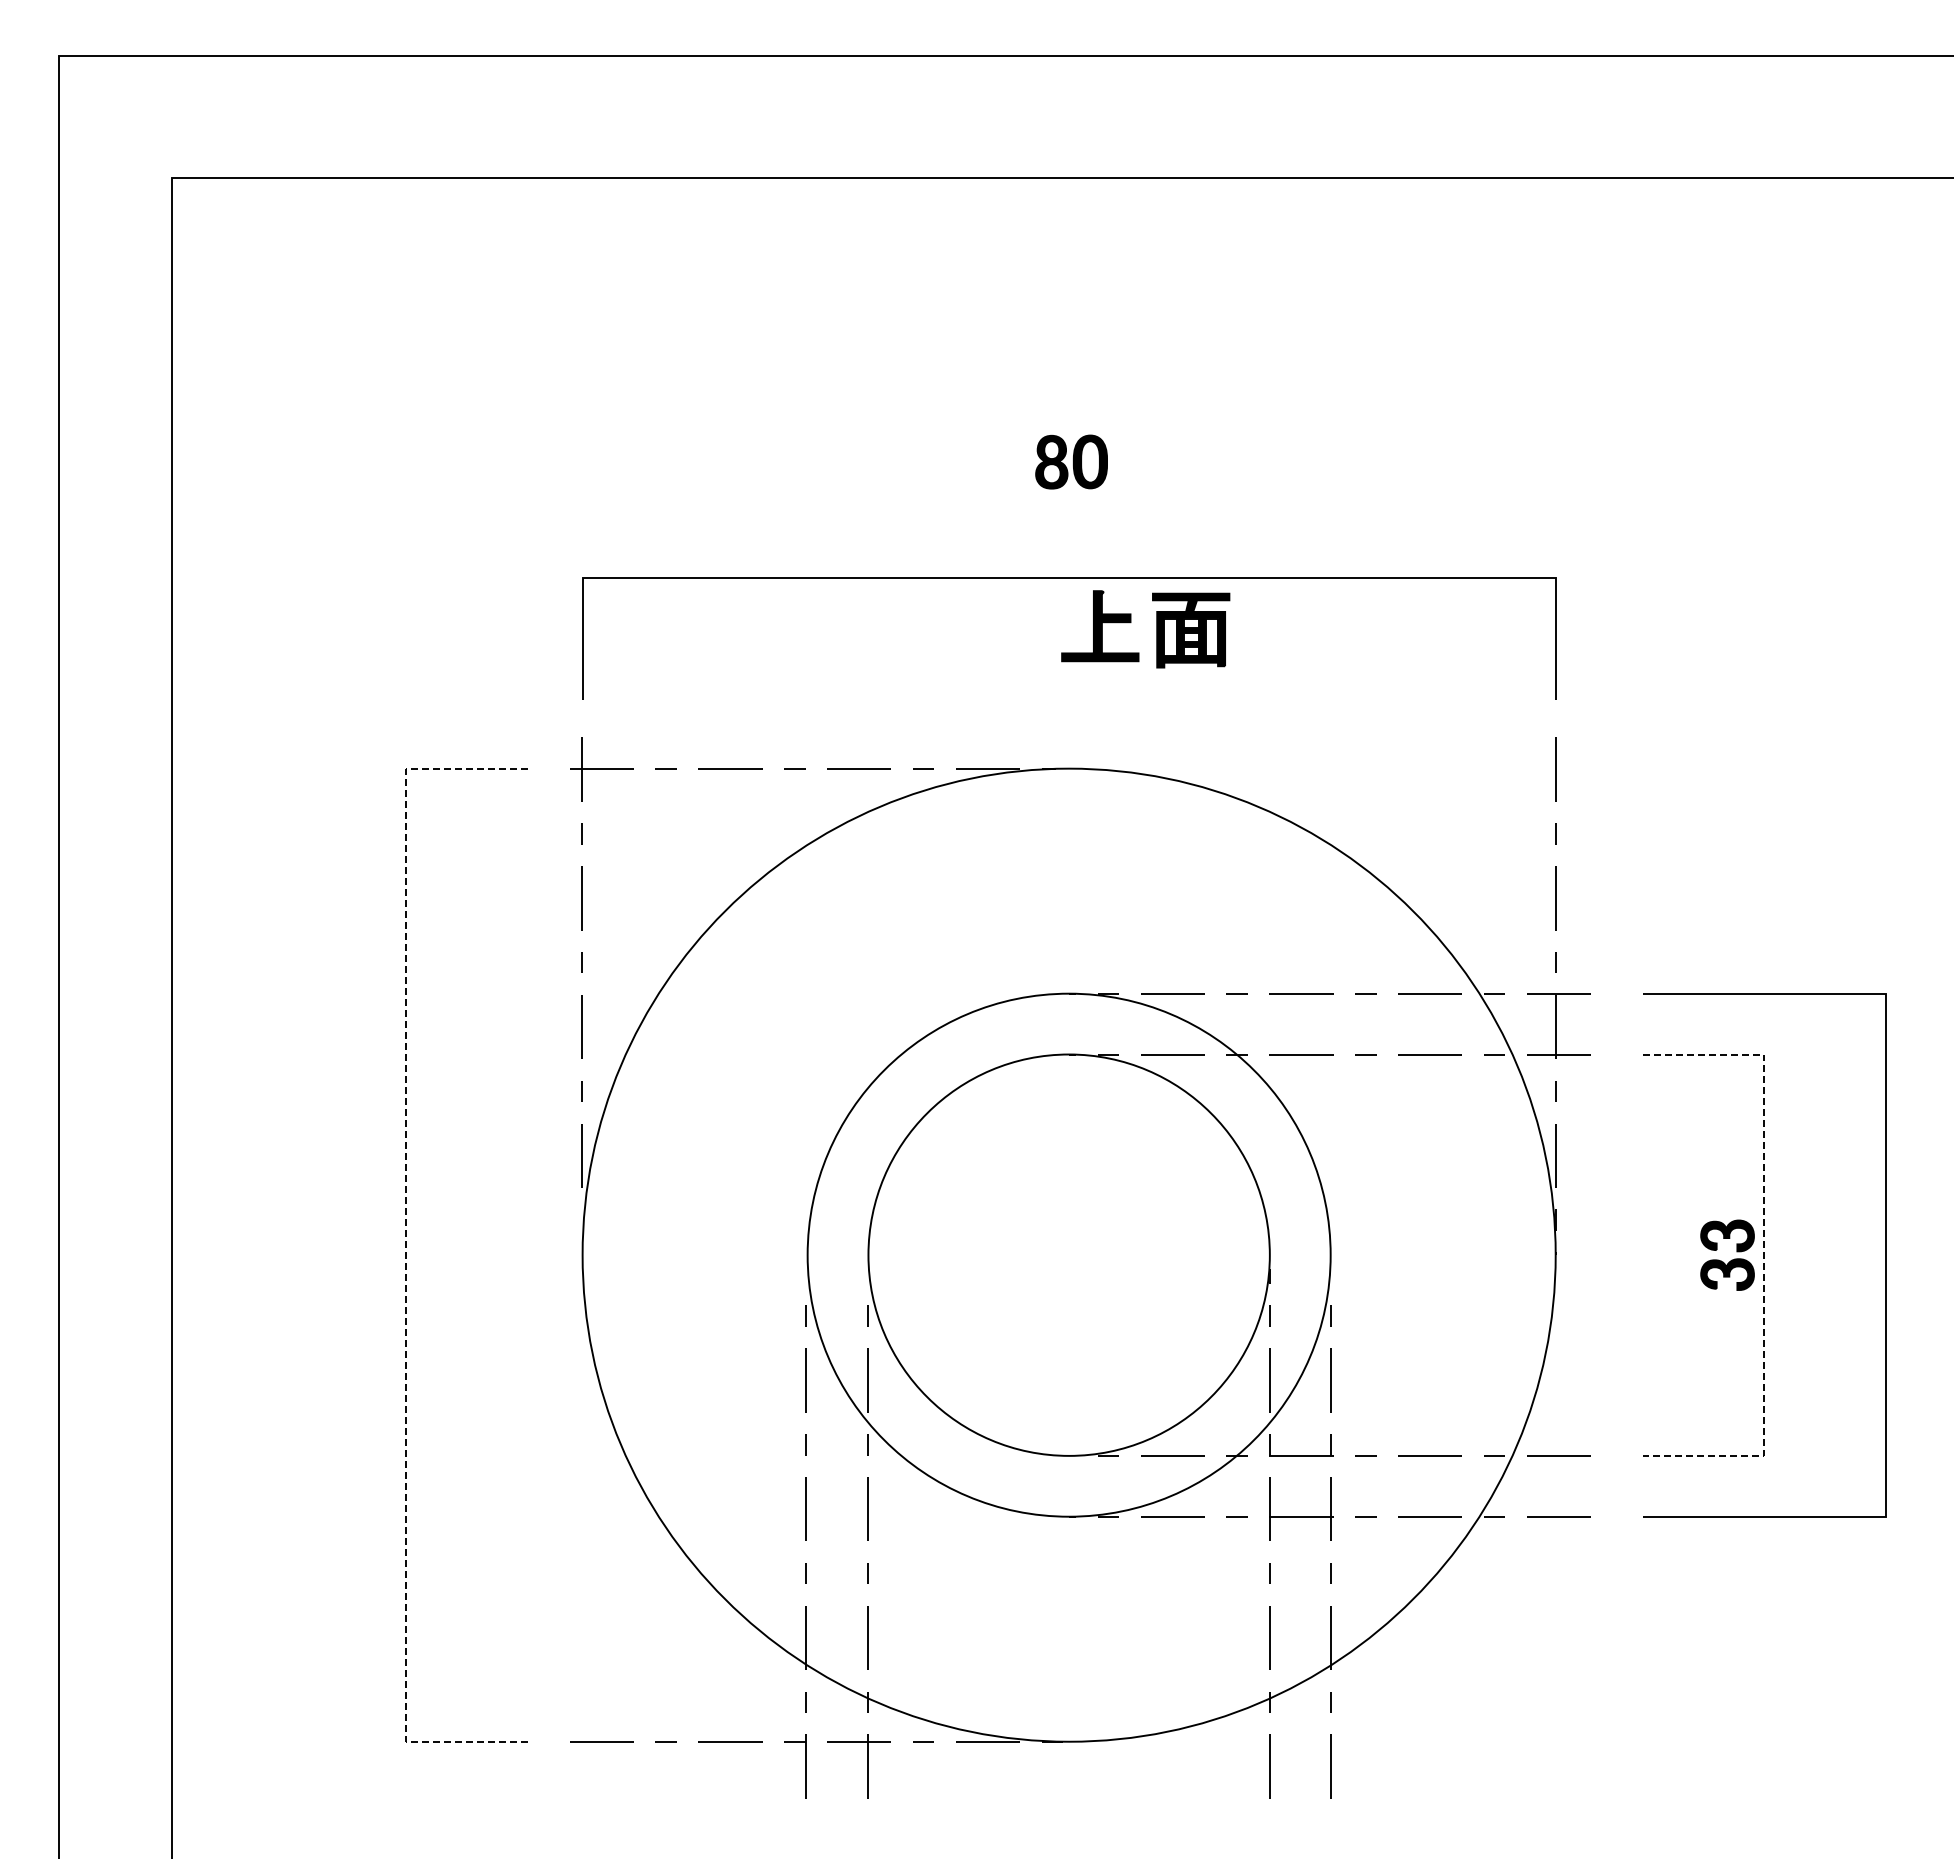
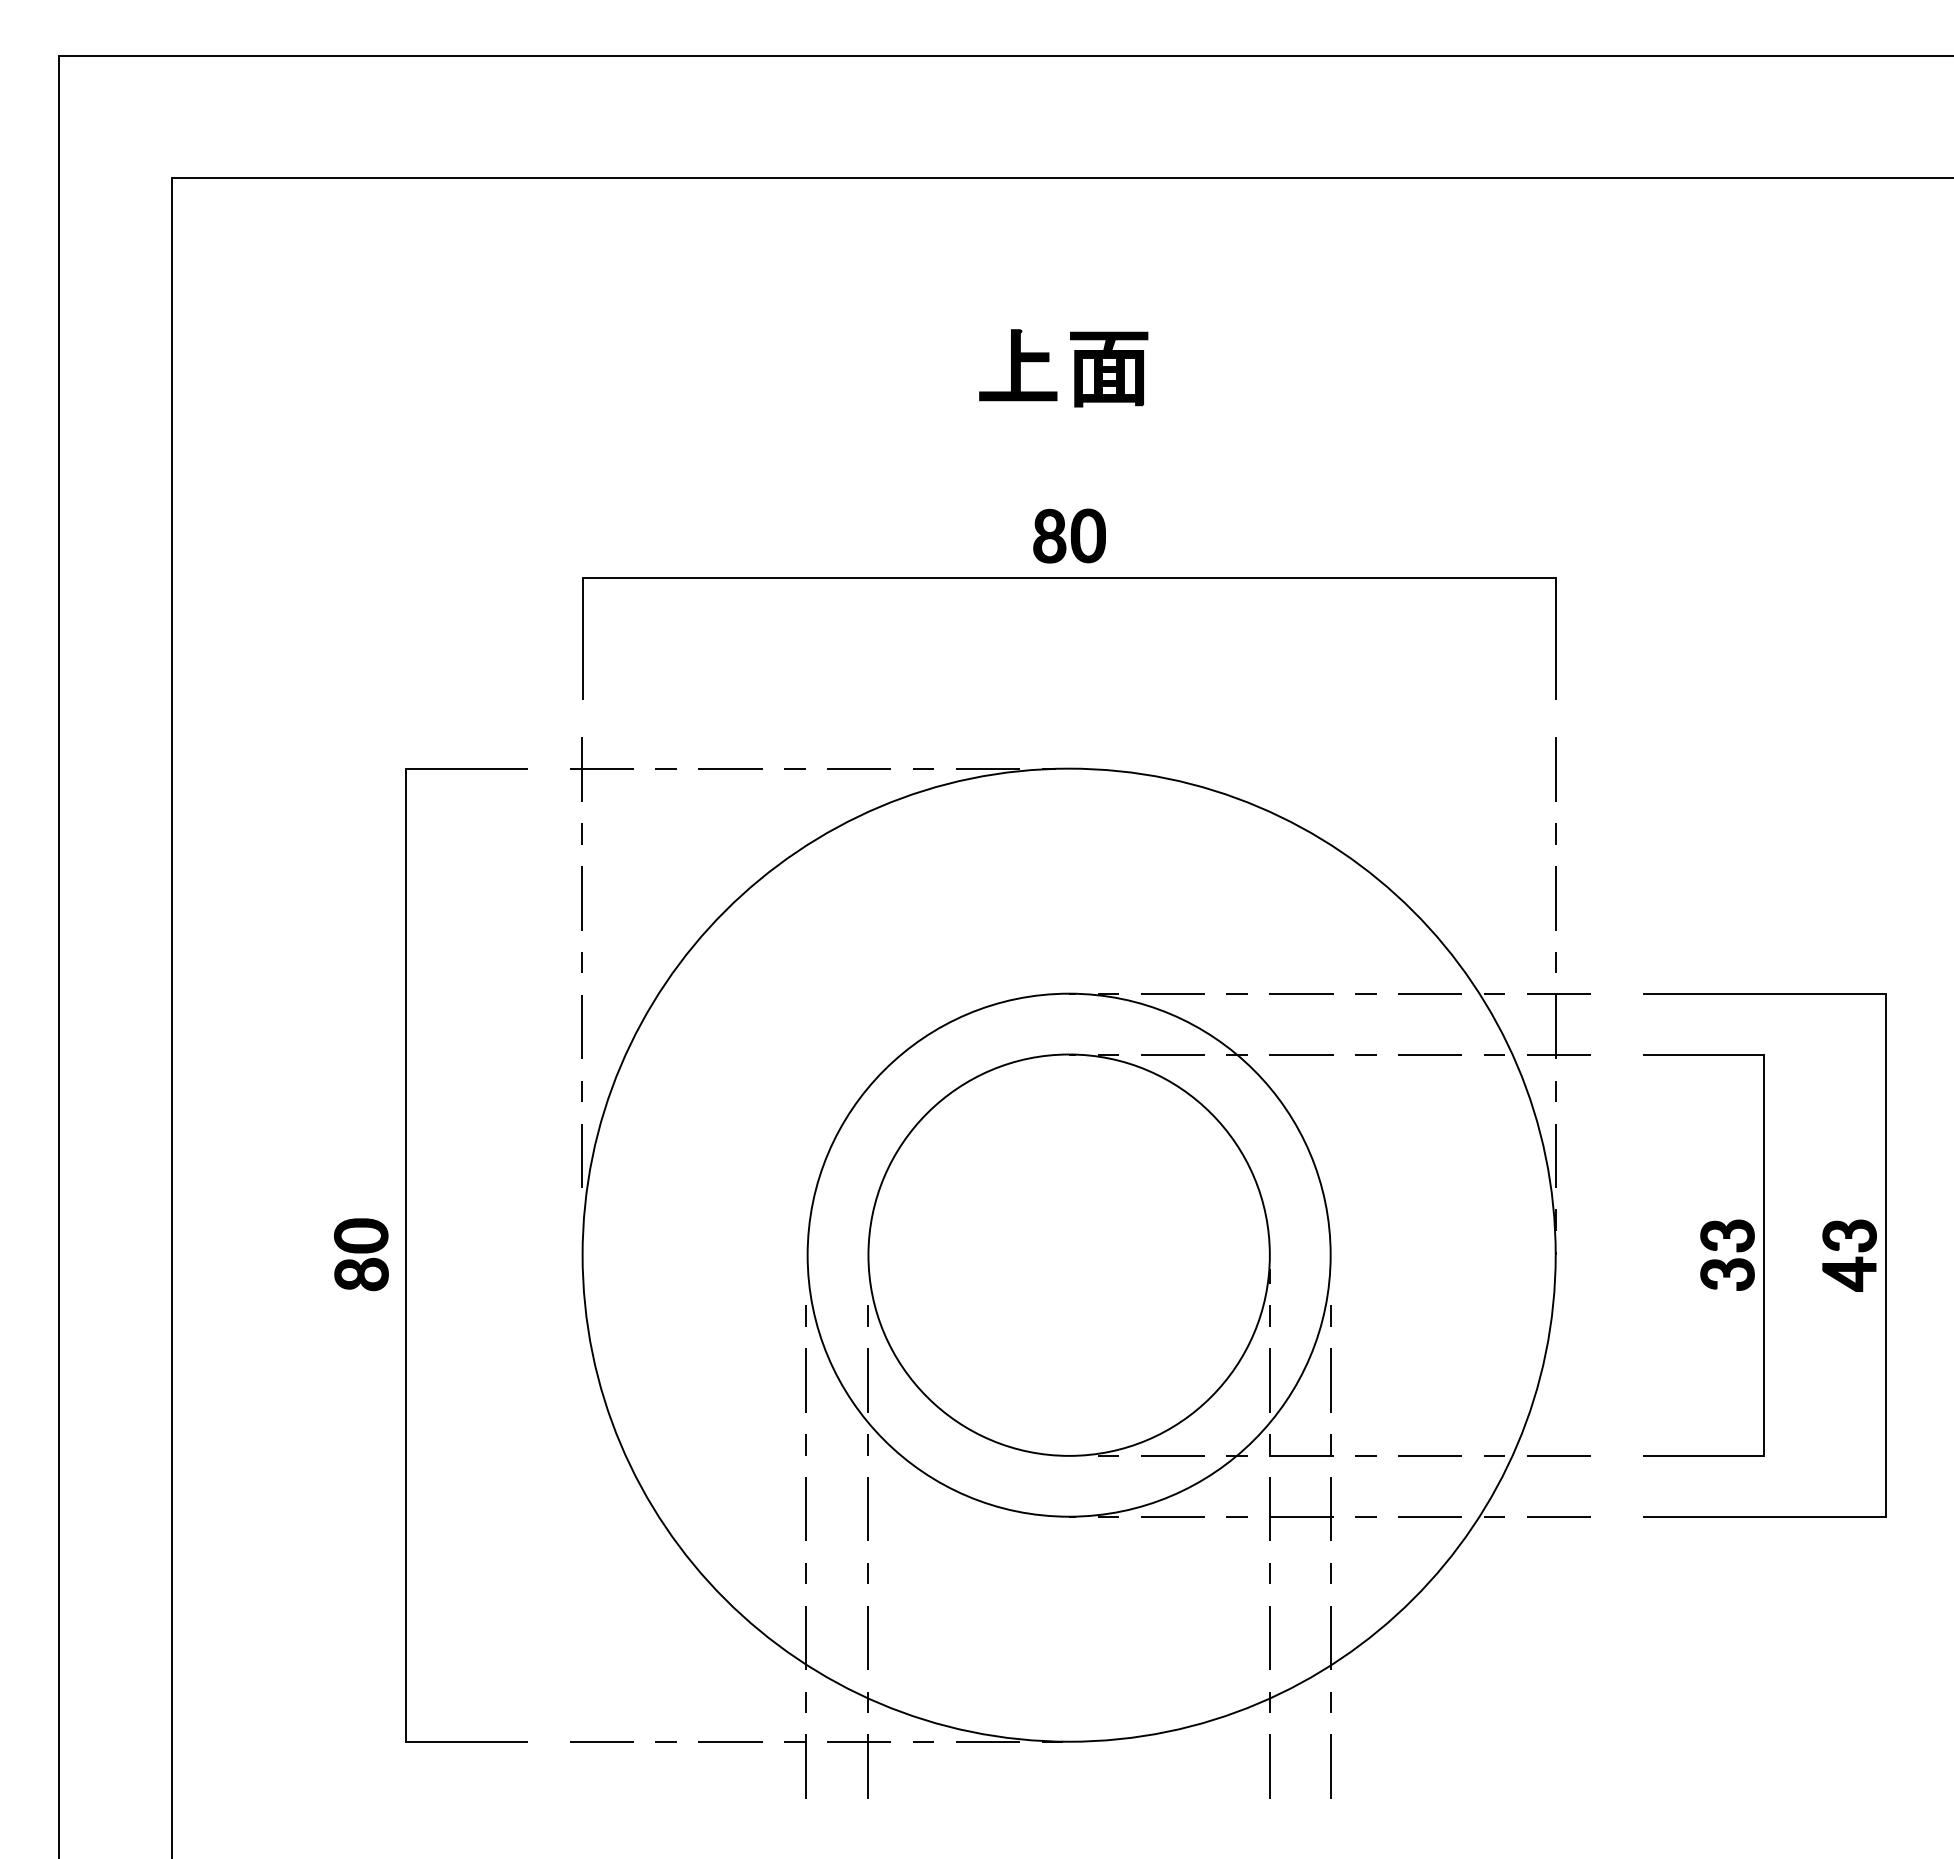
part at (1071, 461) position: (1071, 461) -> (1069, 535)
part at (1156, 629) position: (1156, 629) -> (1074, 368)
part at (361, 1254): none -> present
line at (406, 1255): dashed -> solid
line at (1764, 1255): dashed -> solid
part at (1855, 1256): none -> present
